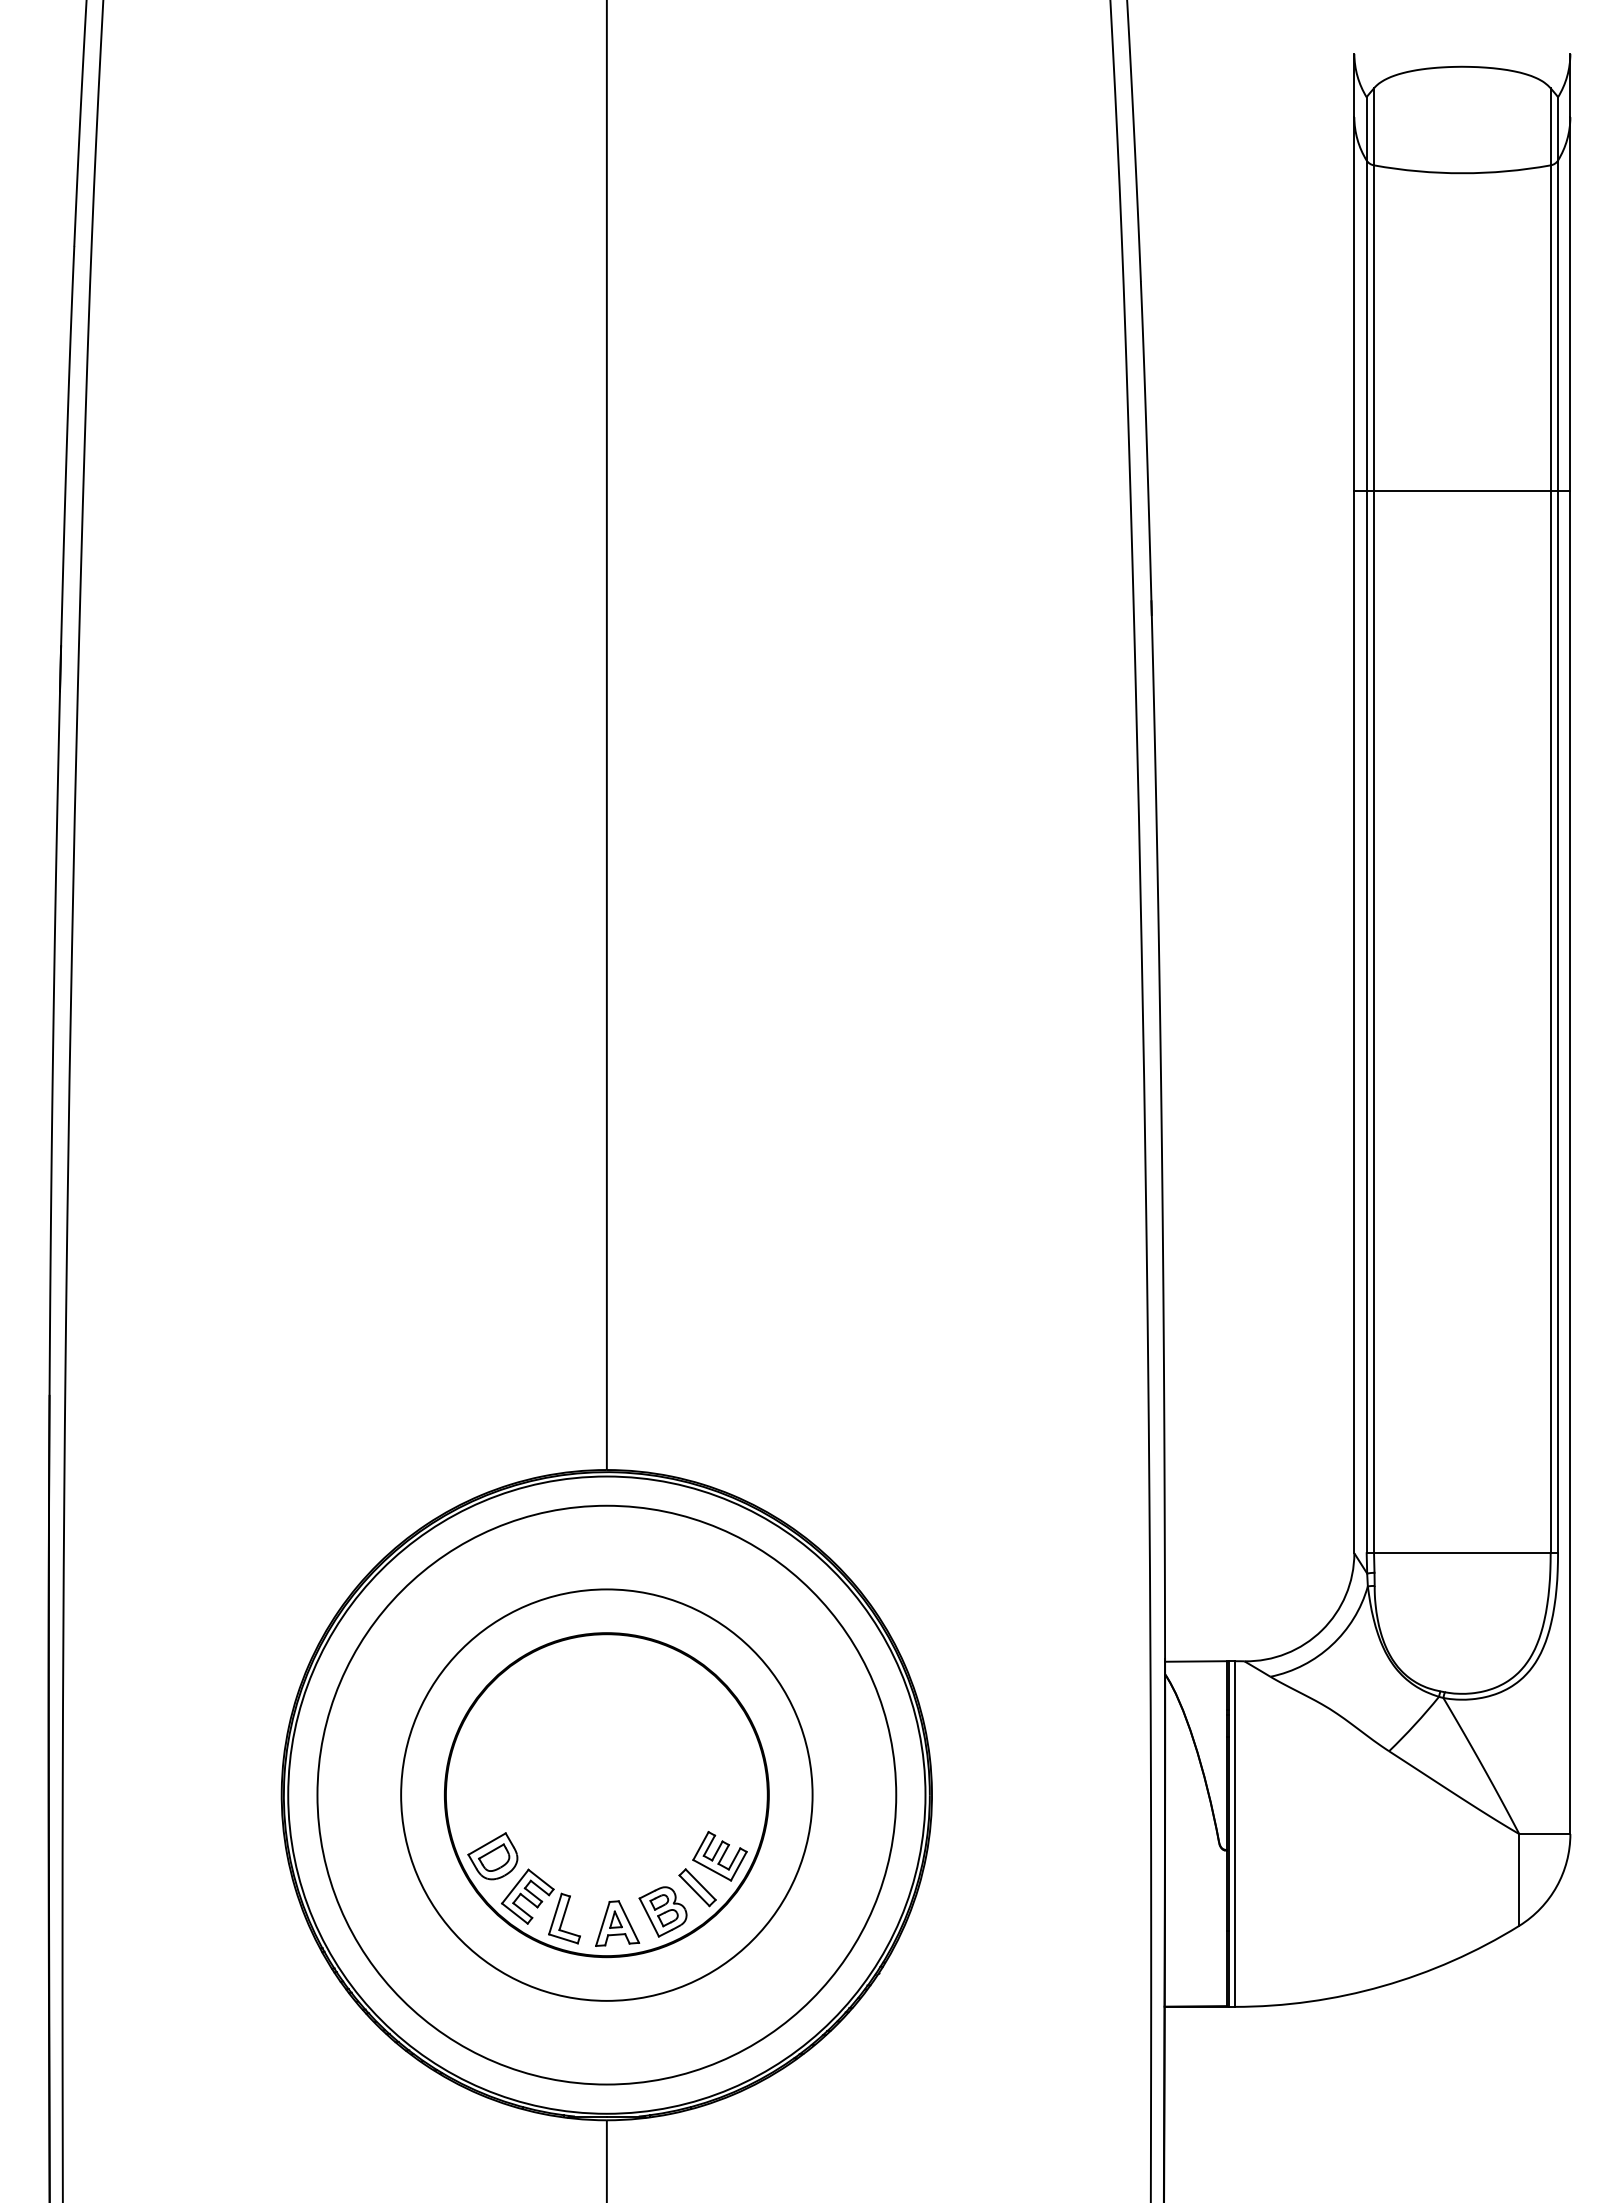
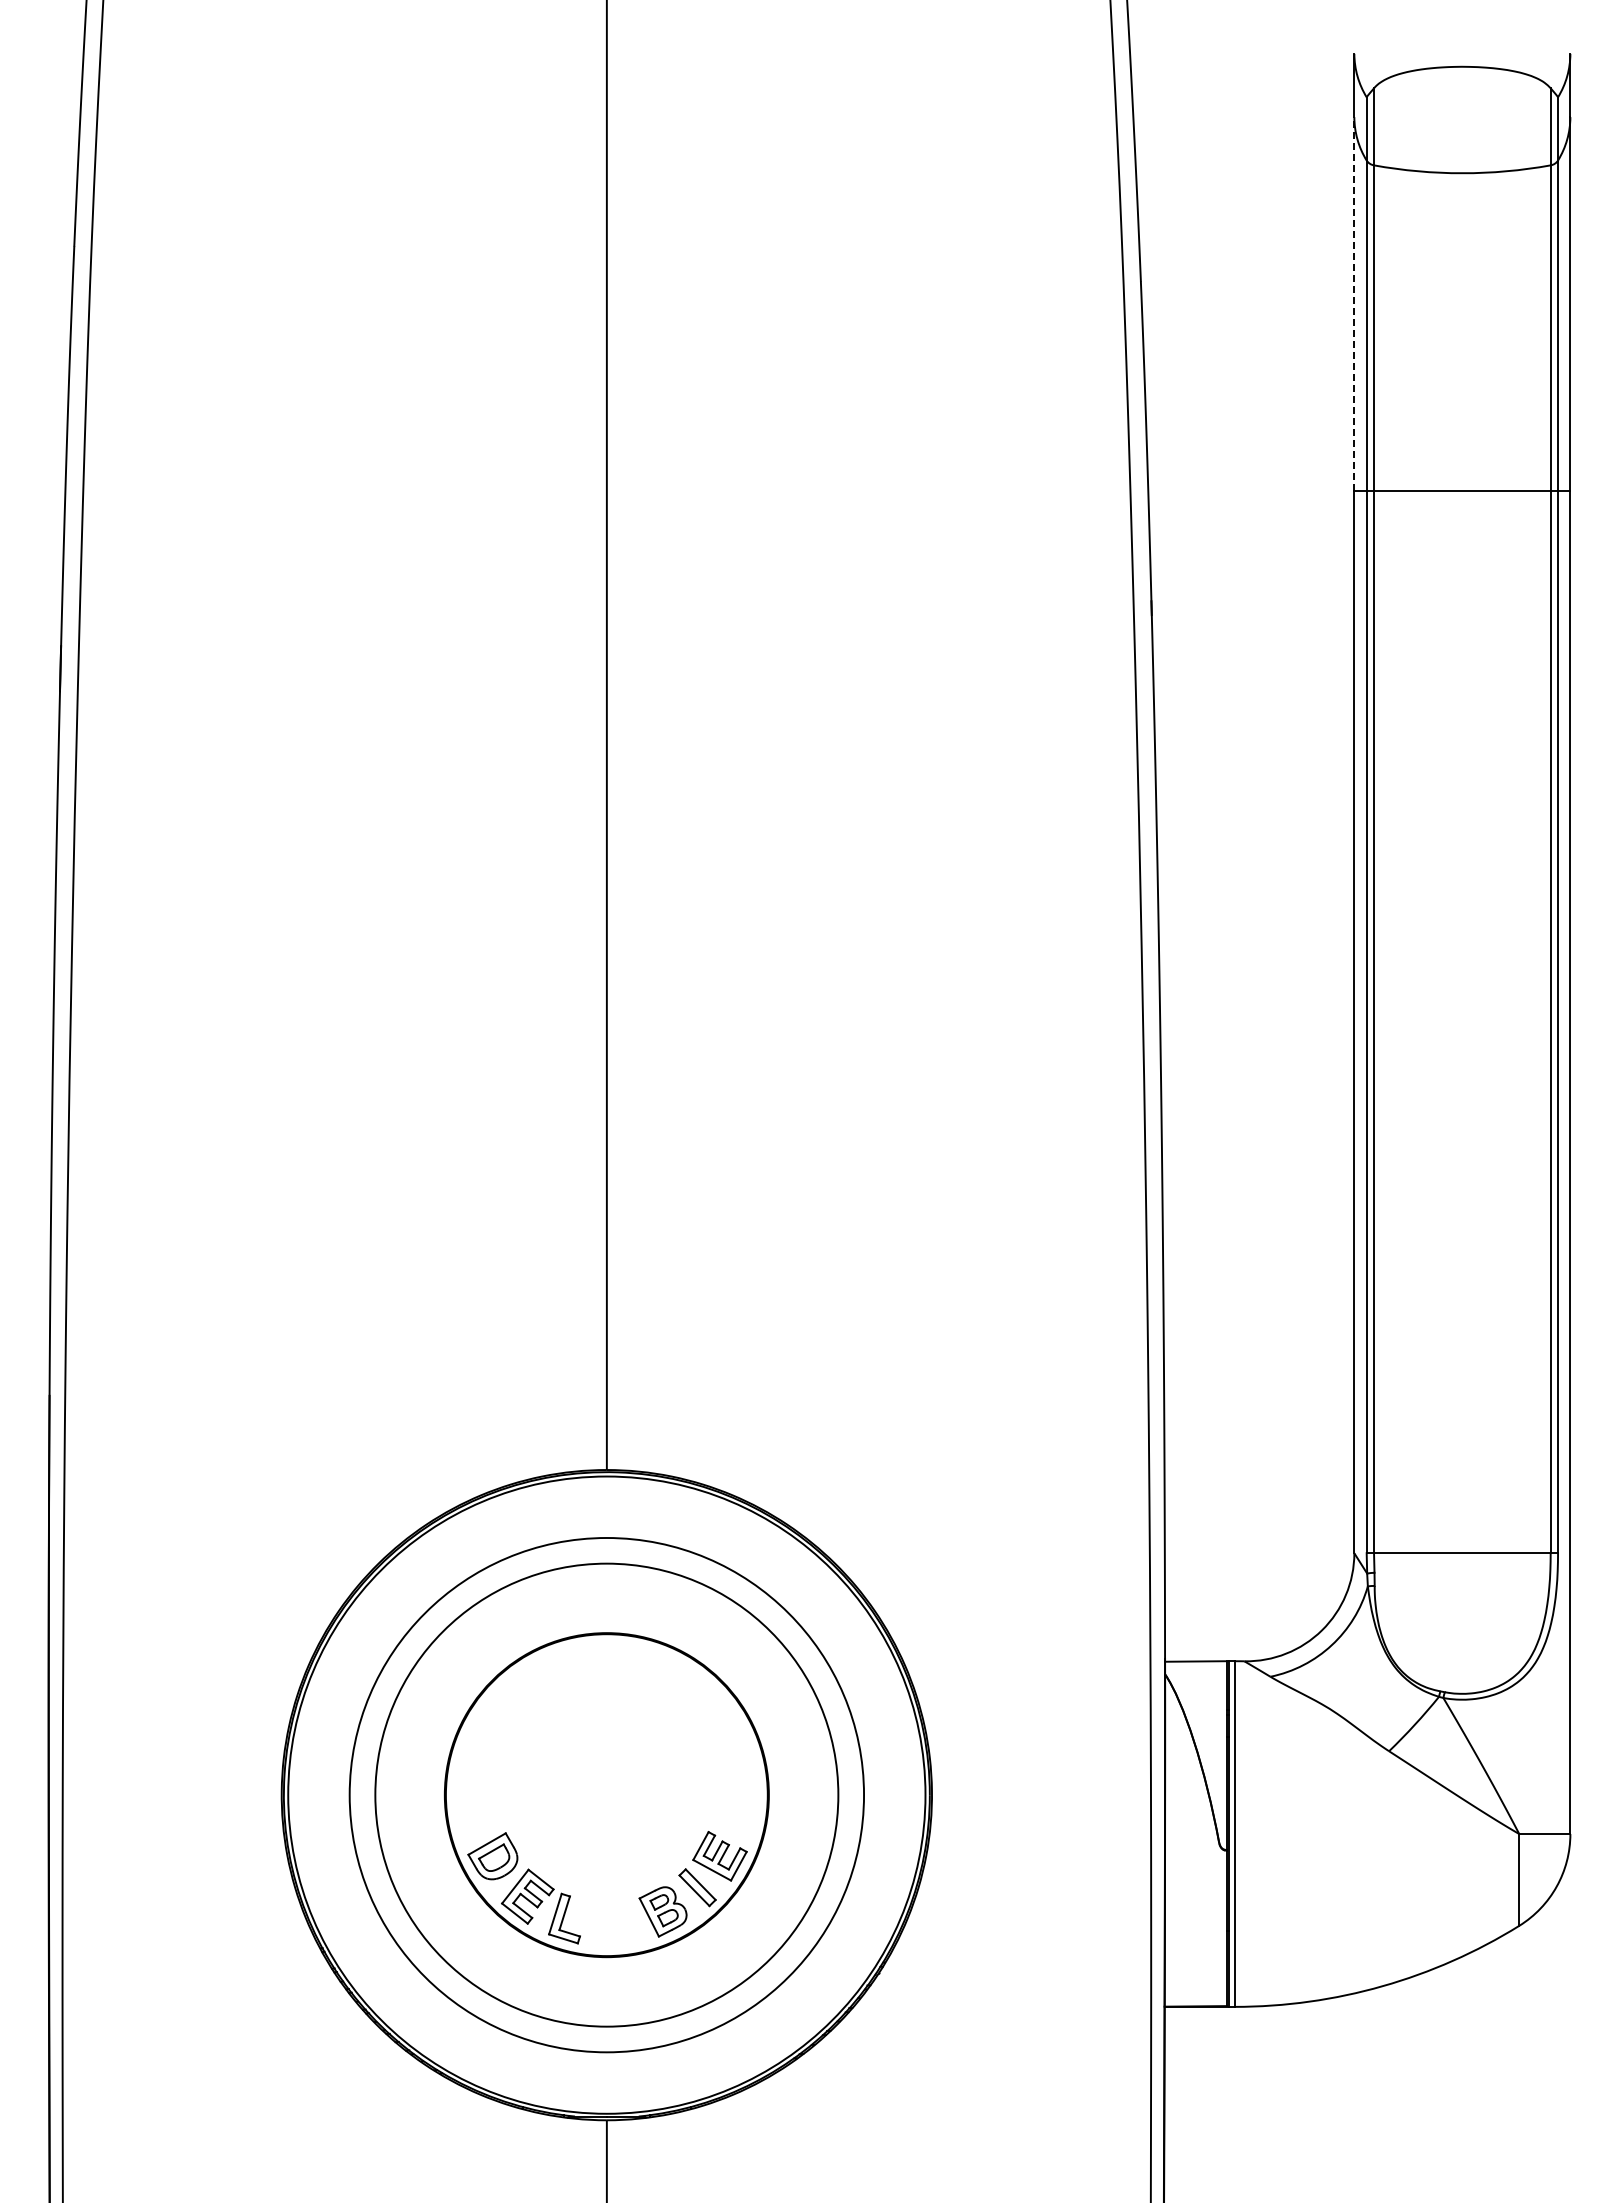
line at (1354, 303): solid -> dashed
circle at (606, 1794) diameter: 411 px -> 514 px
circle at (606, 1794) diameter: 579 px -> 463 px
part at (617, 1923): present -> none
